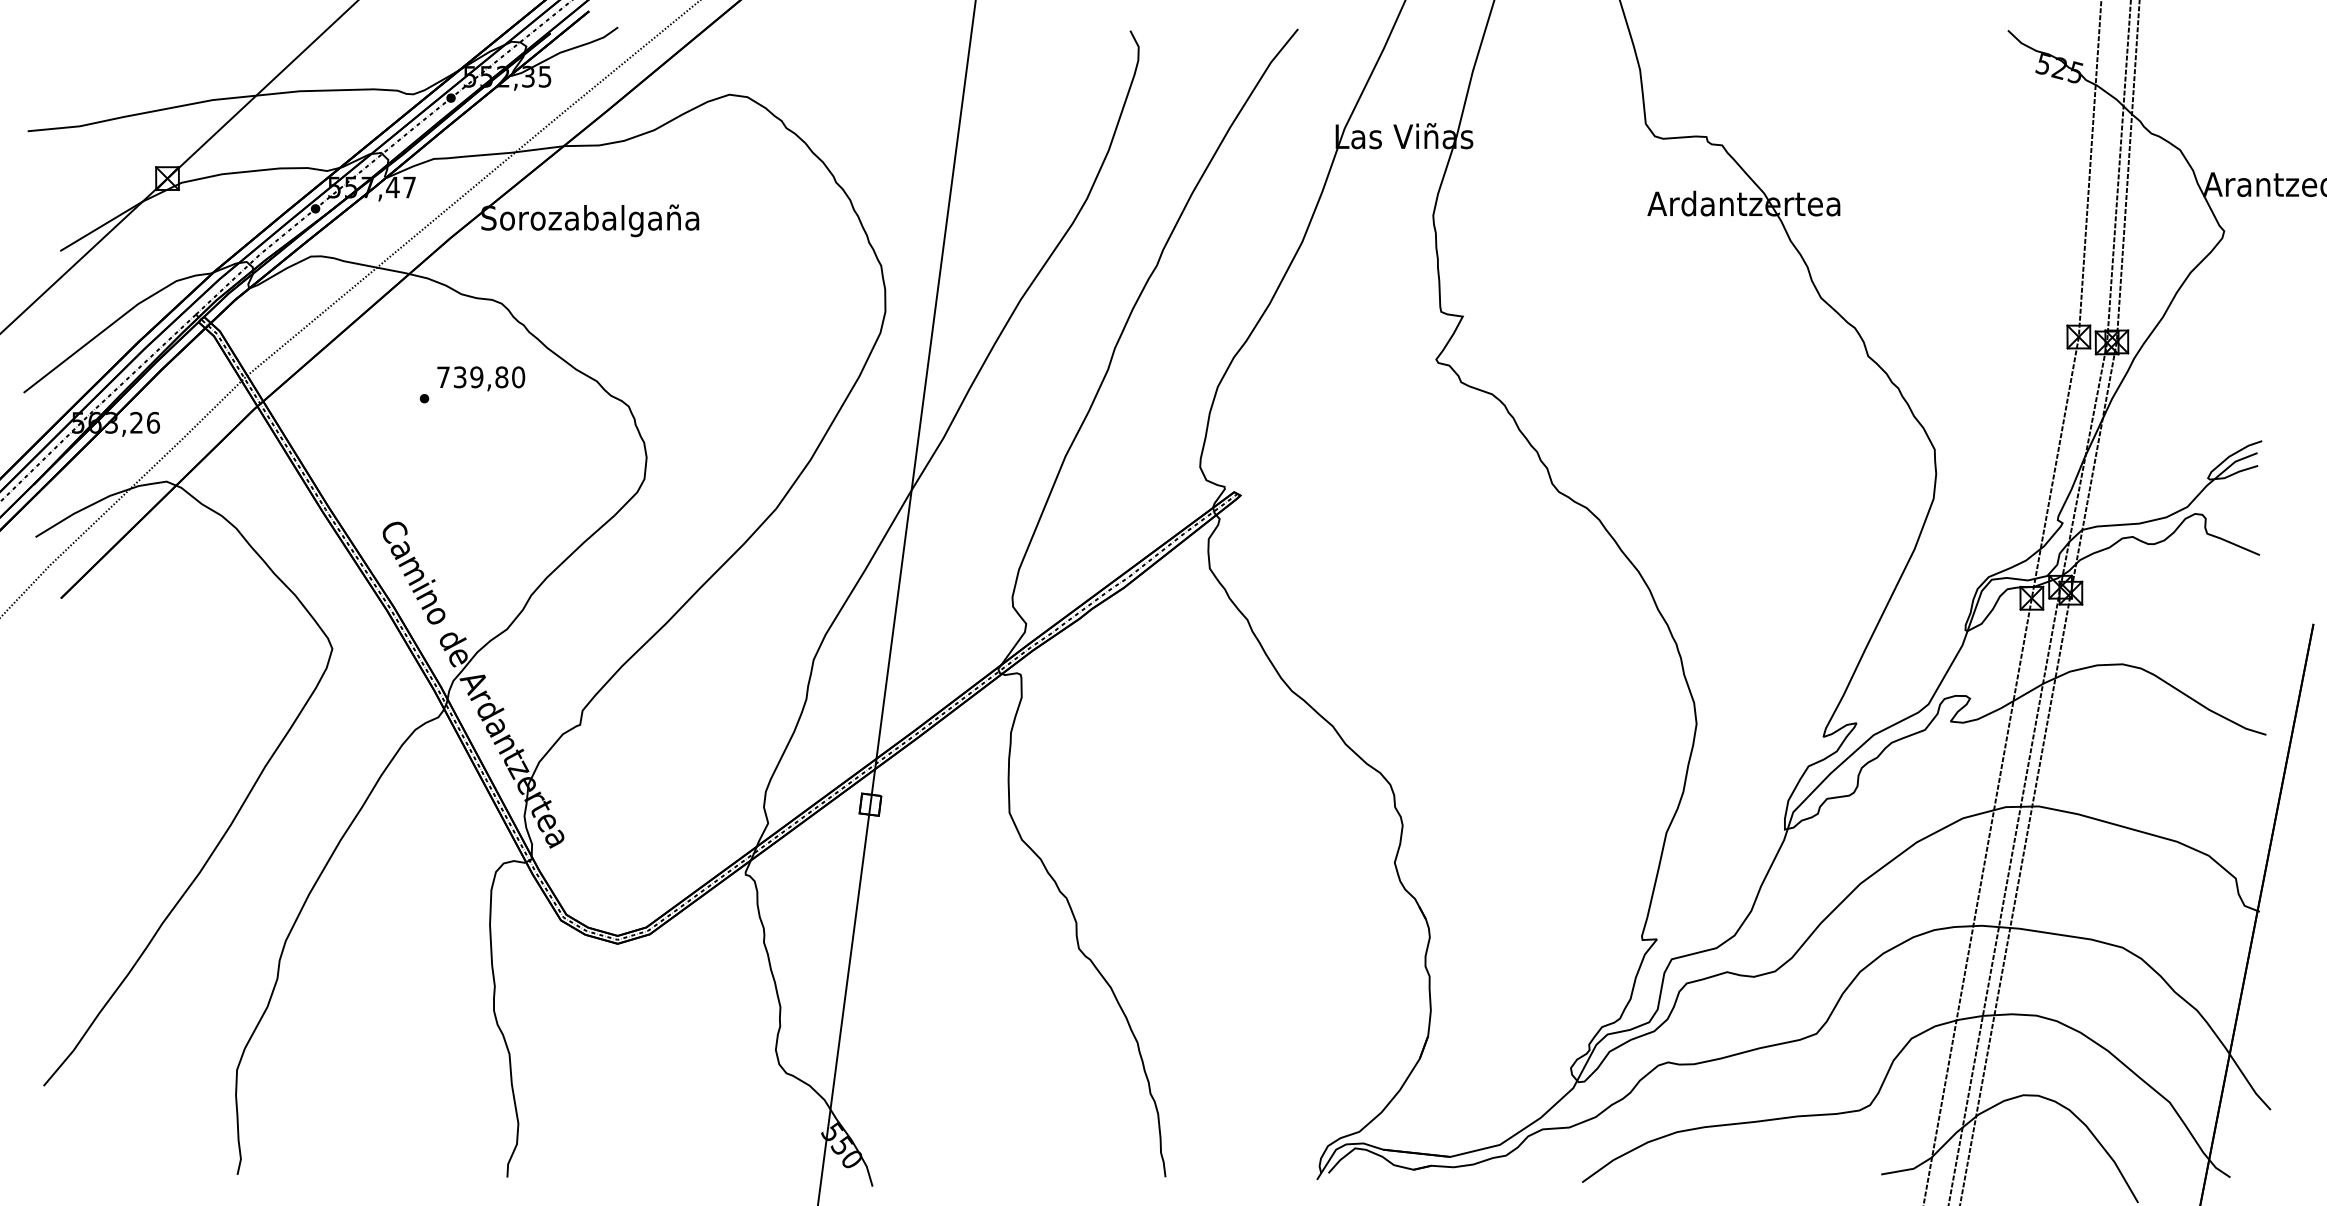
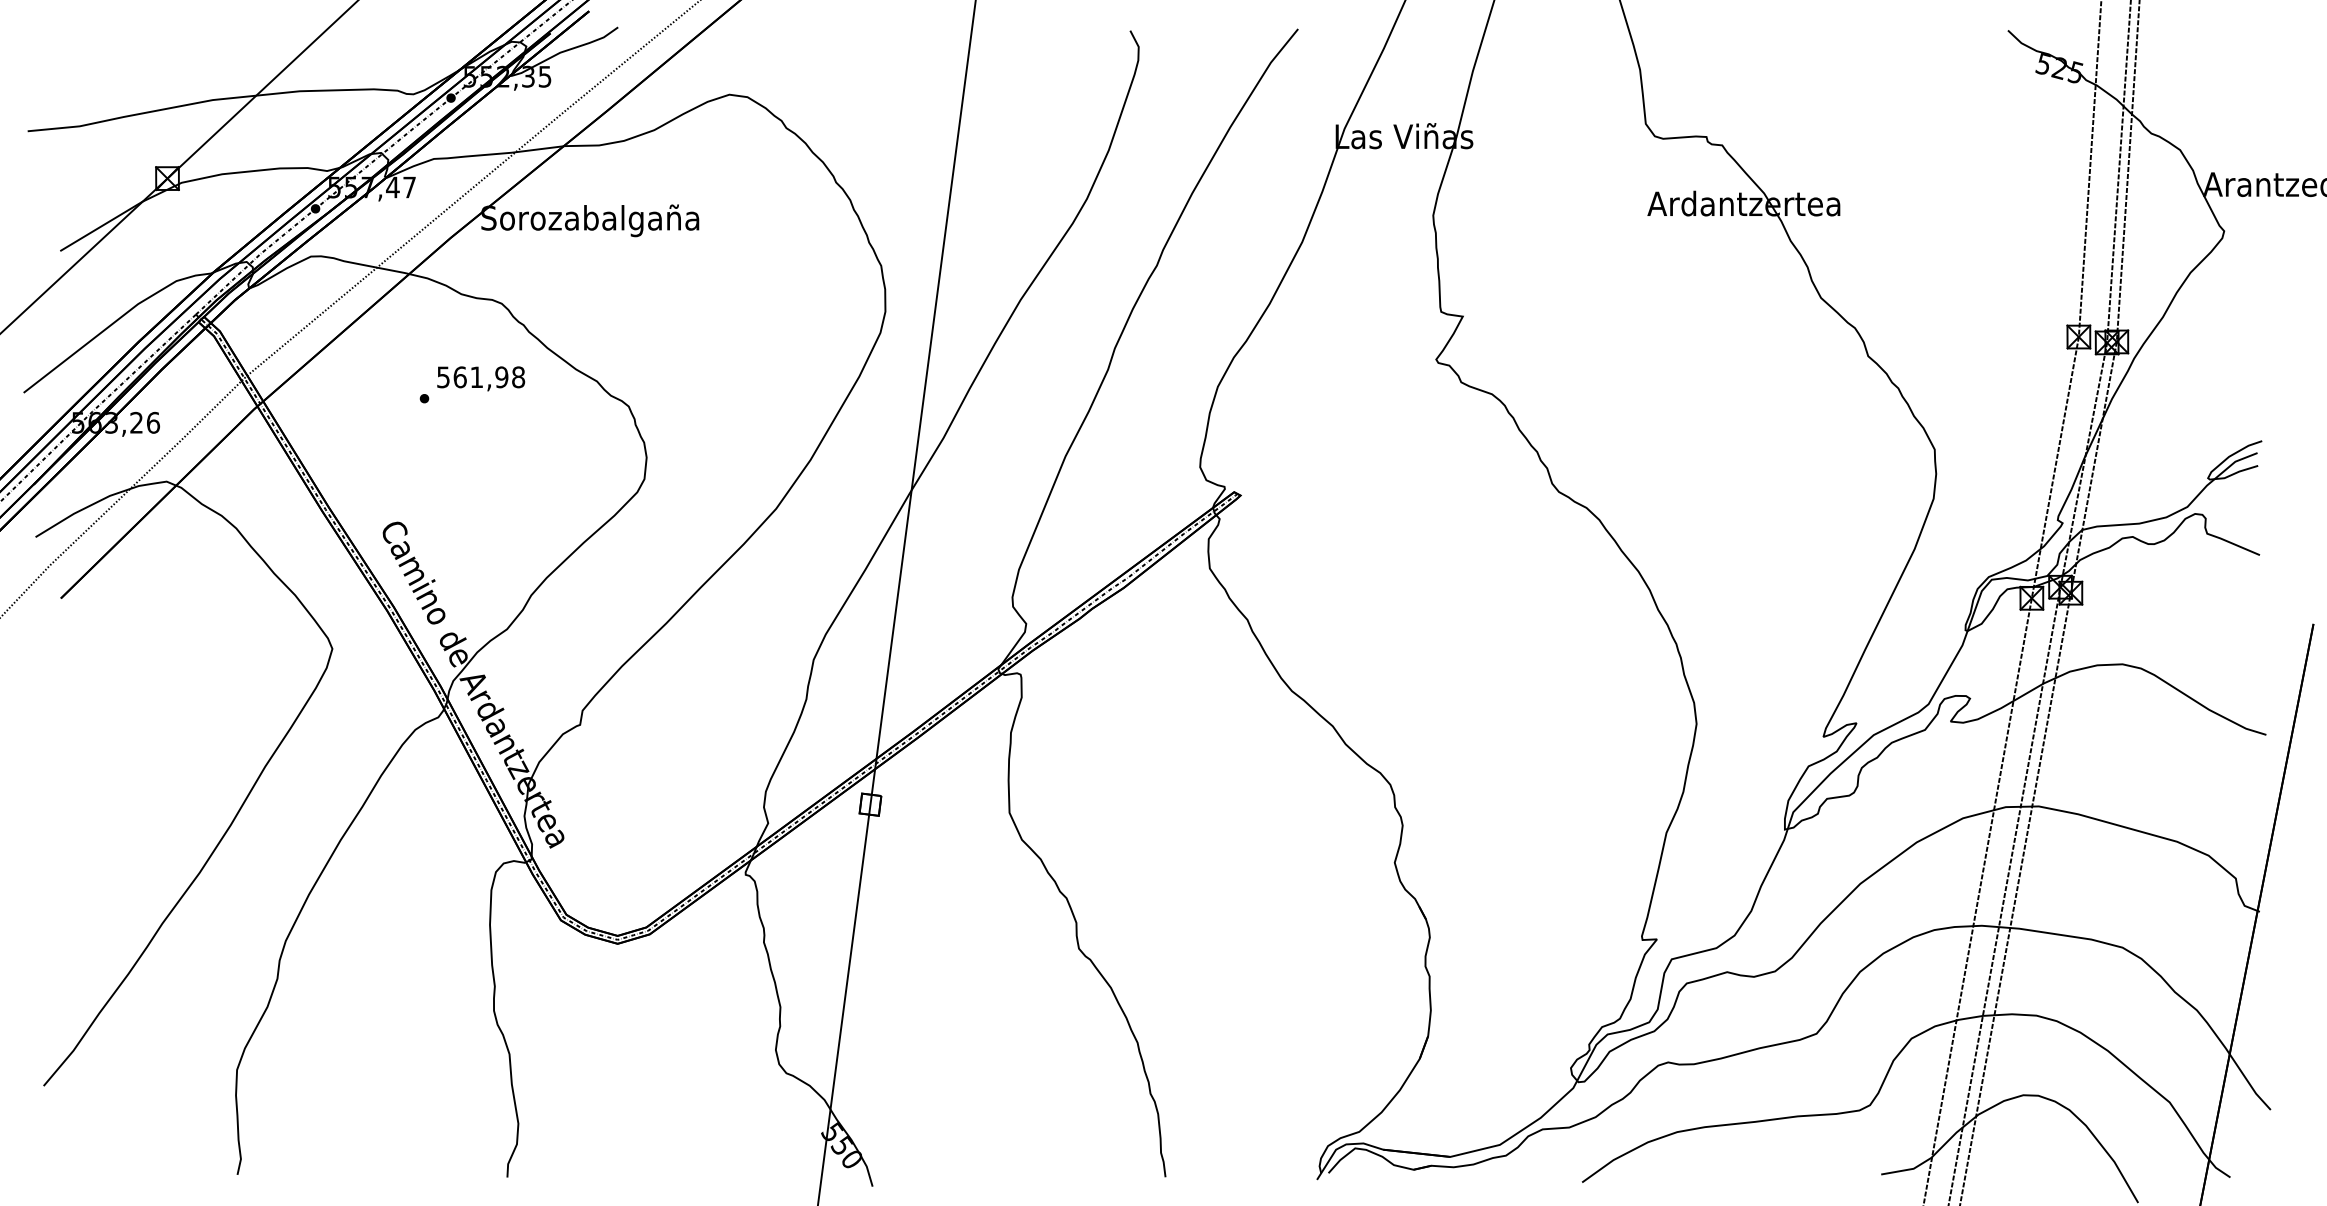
text at (481, 377): 739,80 -> 561,98
